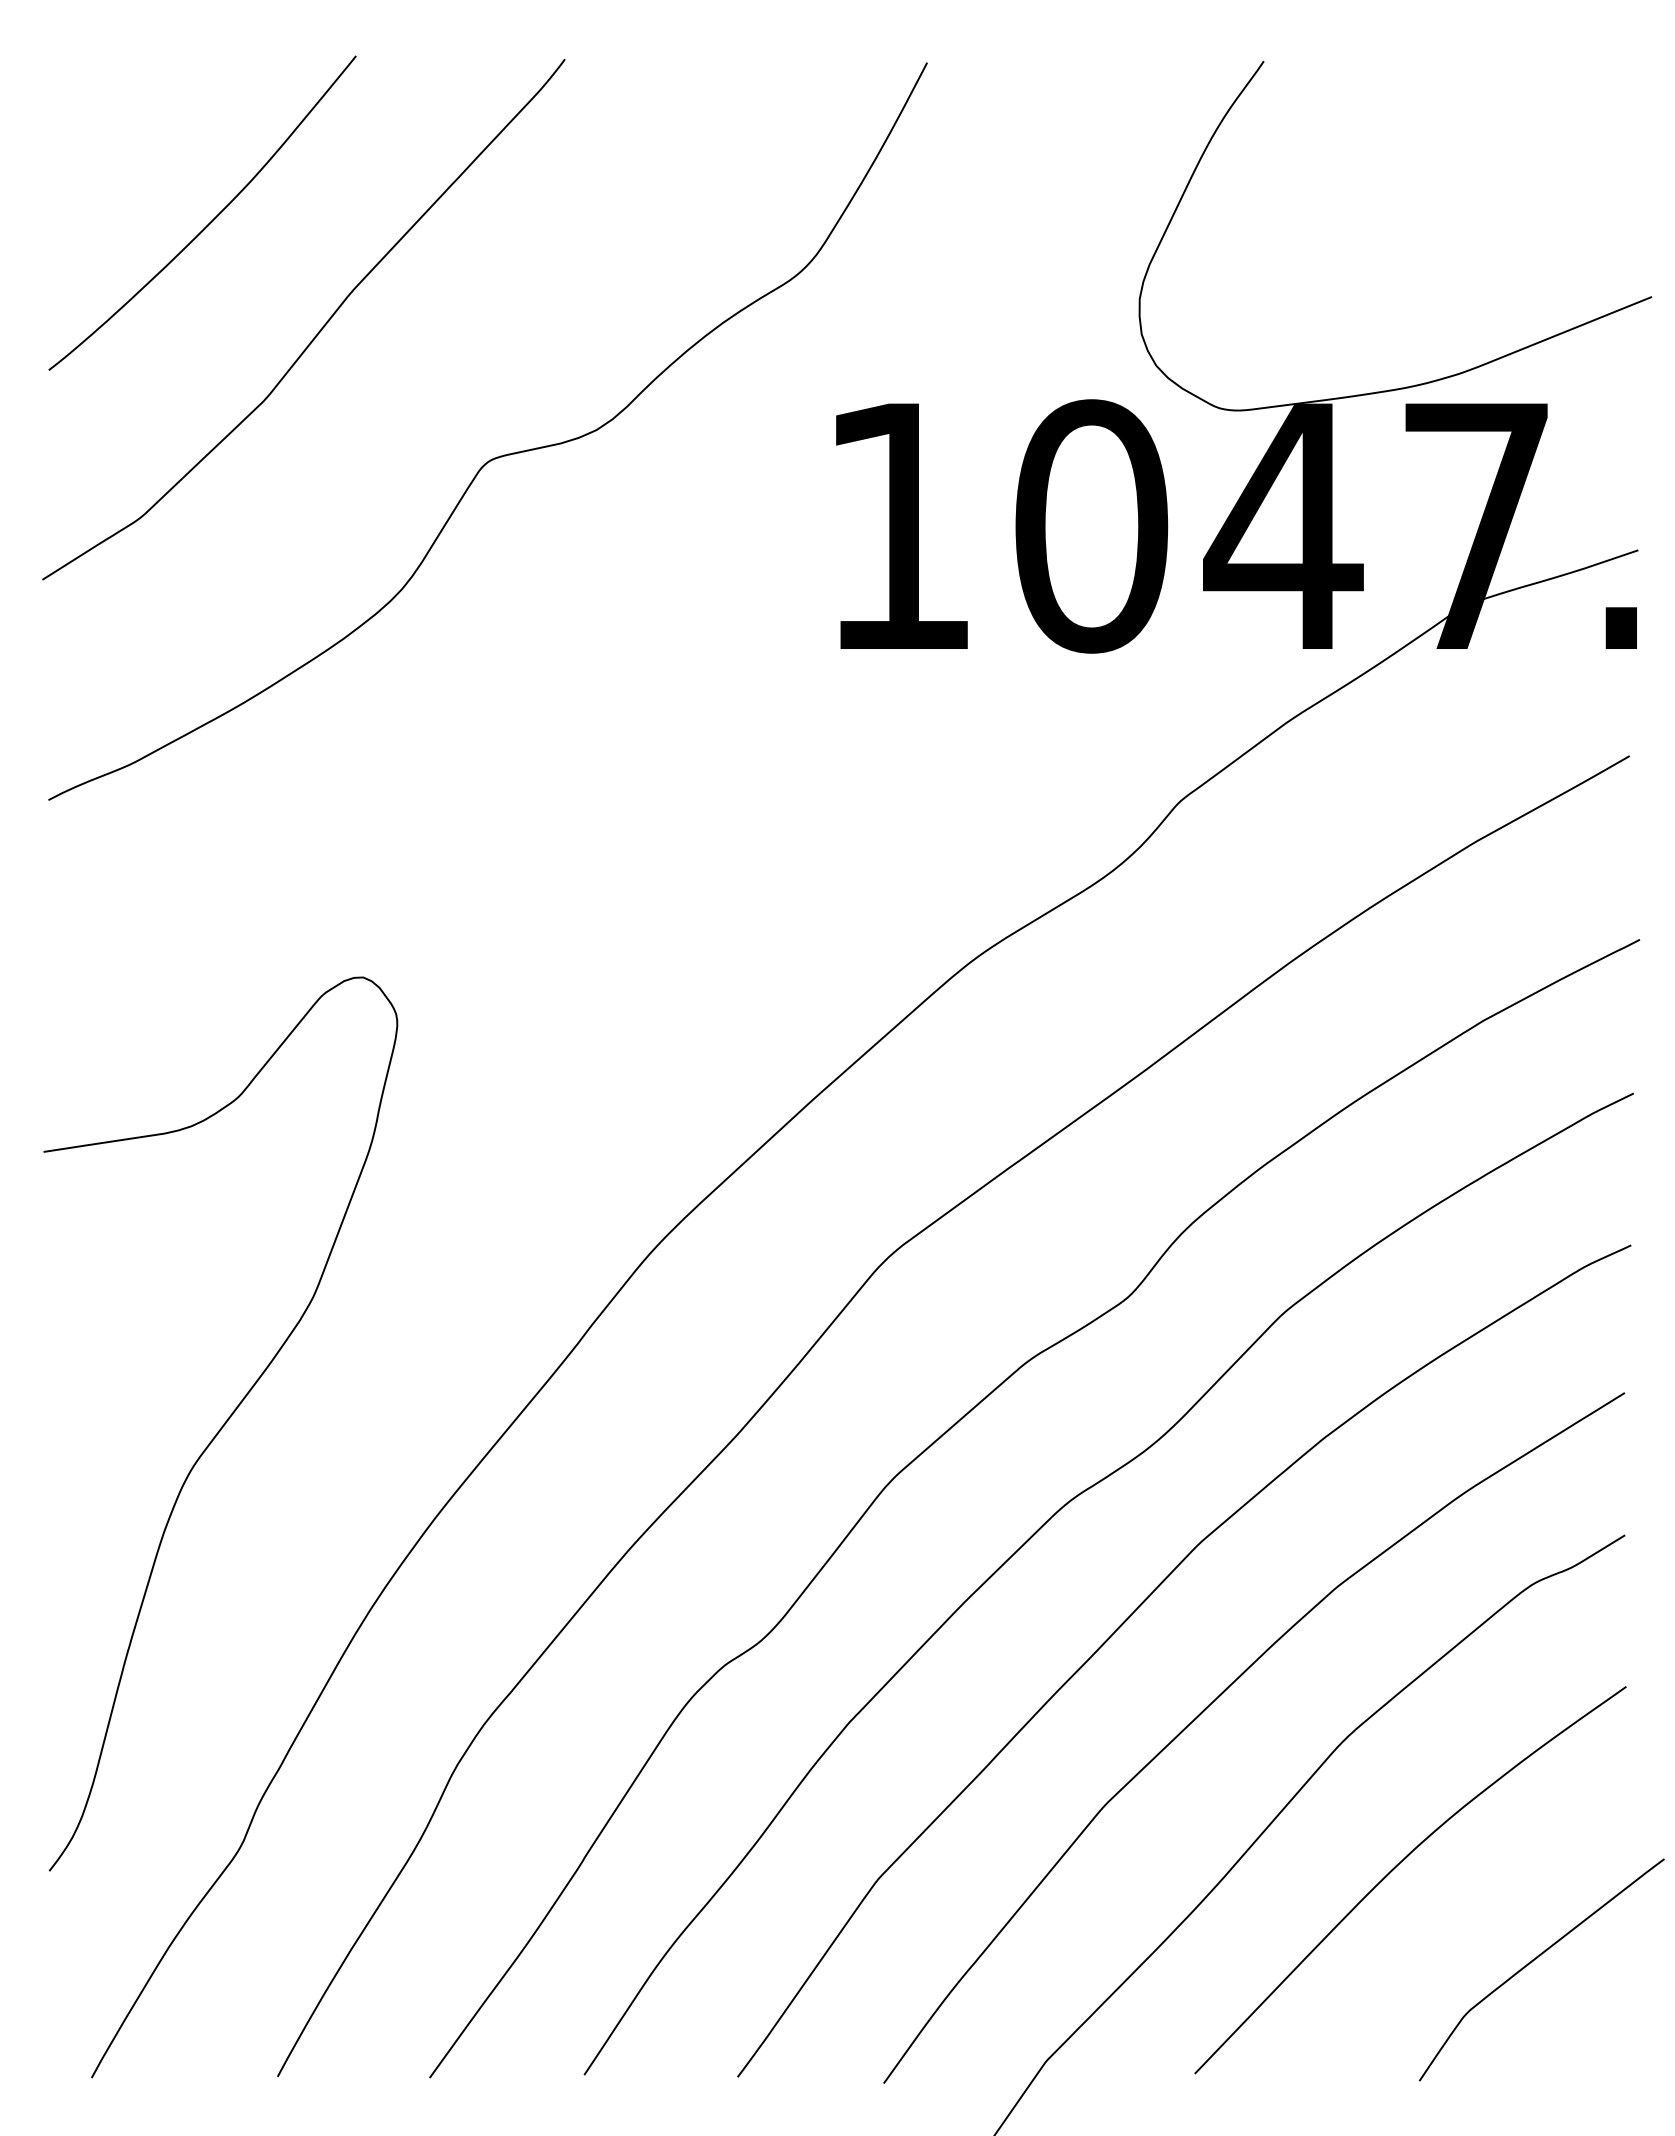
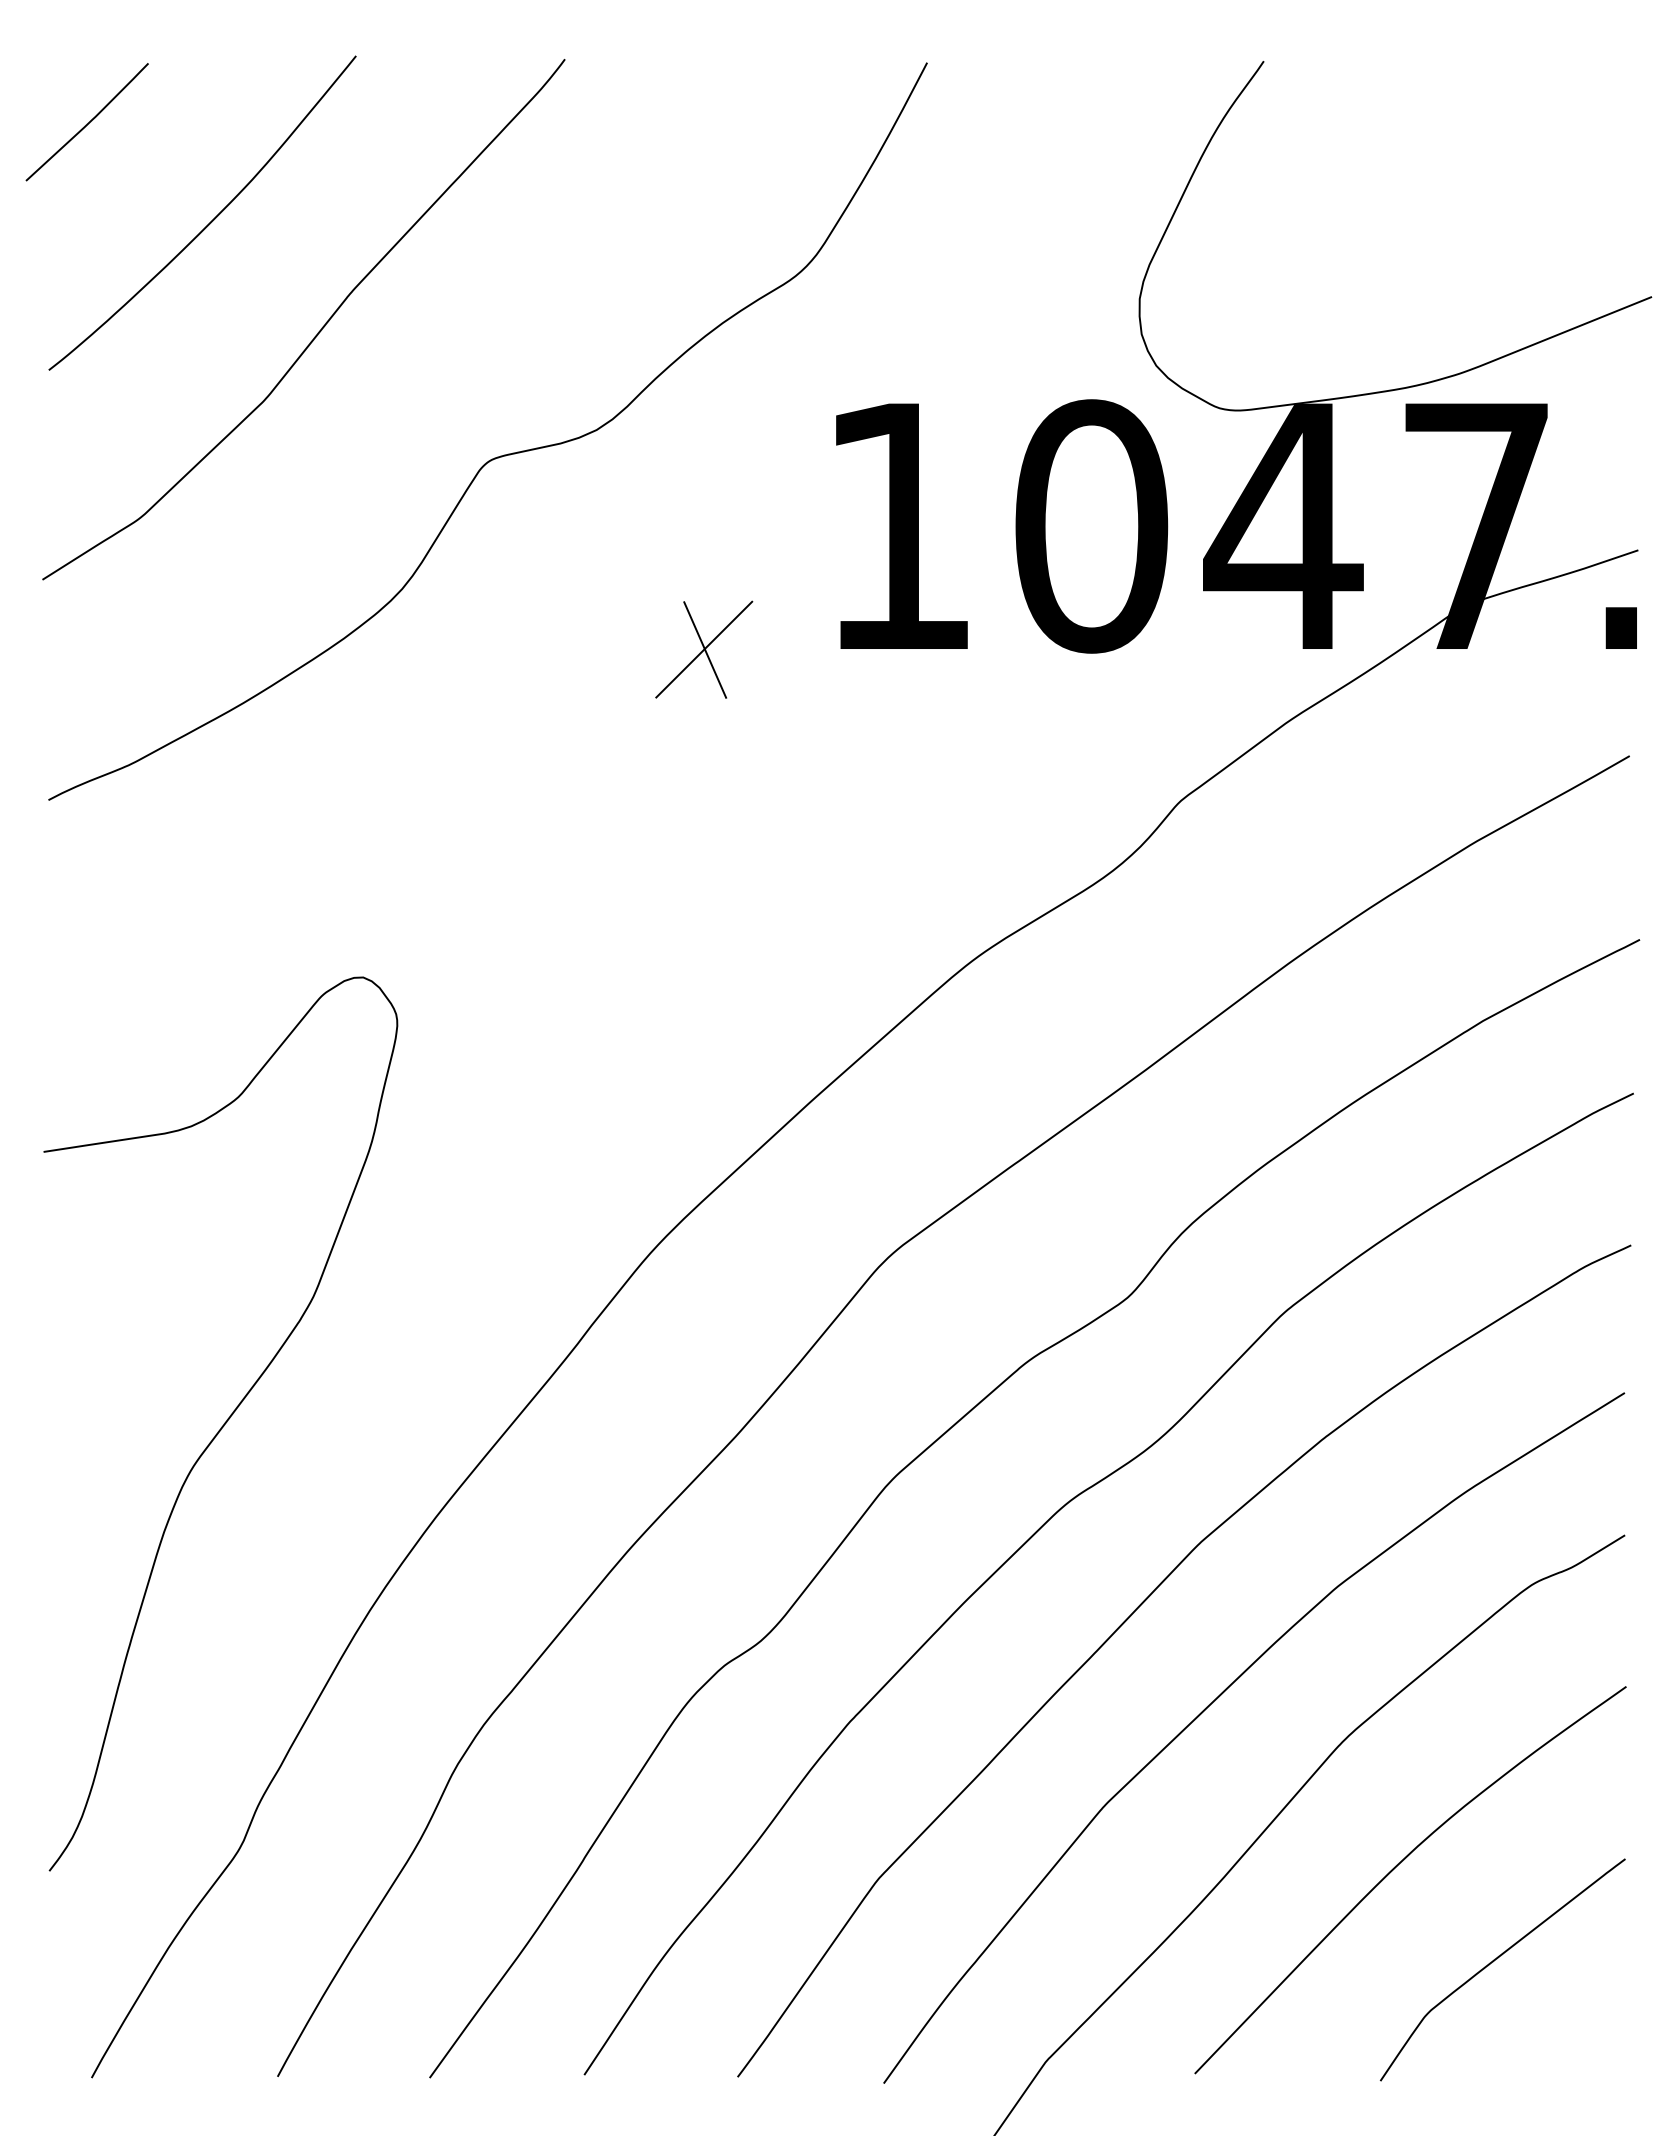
curve at (87, 123): none -> present
part at (704, 649): none -> present
curve at (1536, 1959) position: (1536, 1959) -> (1497, 1959)
